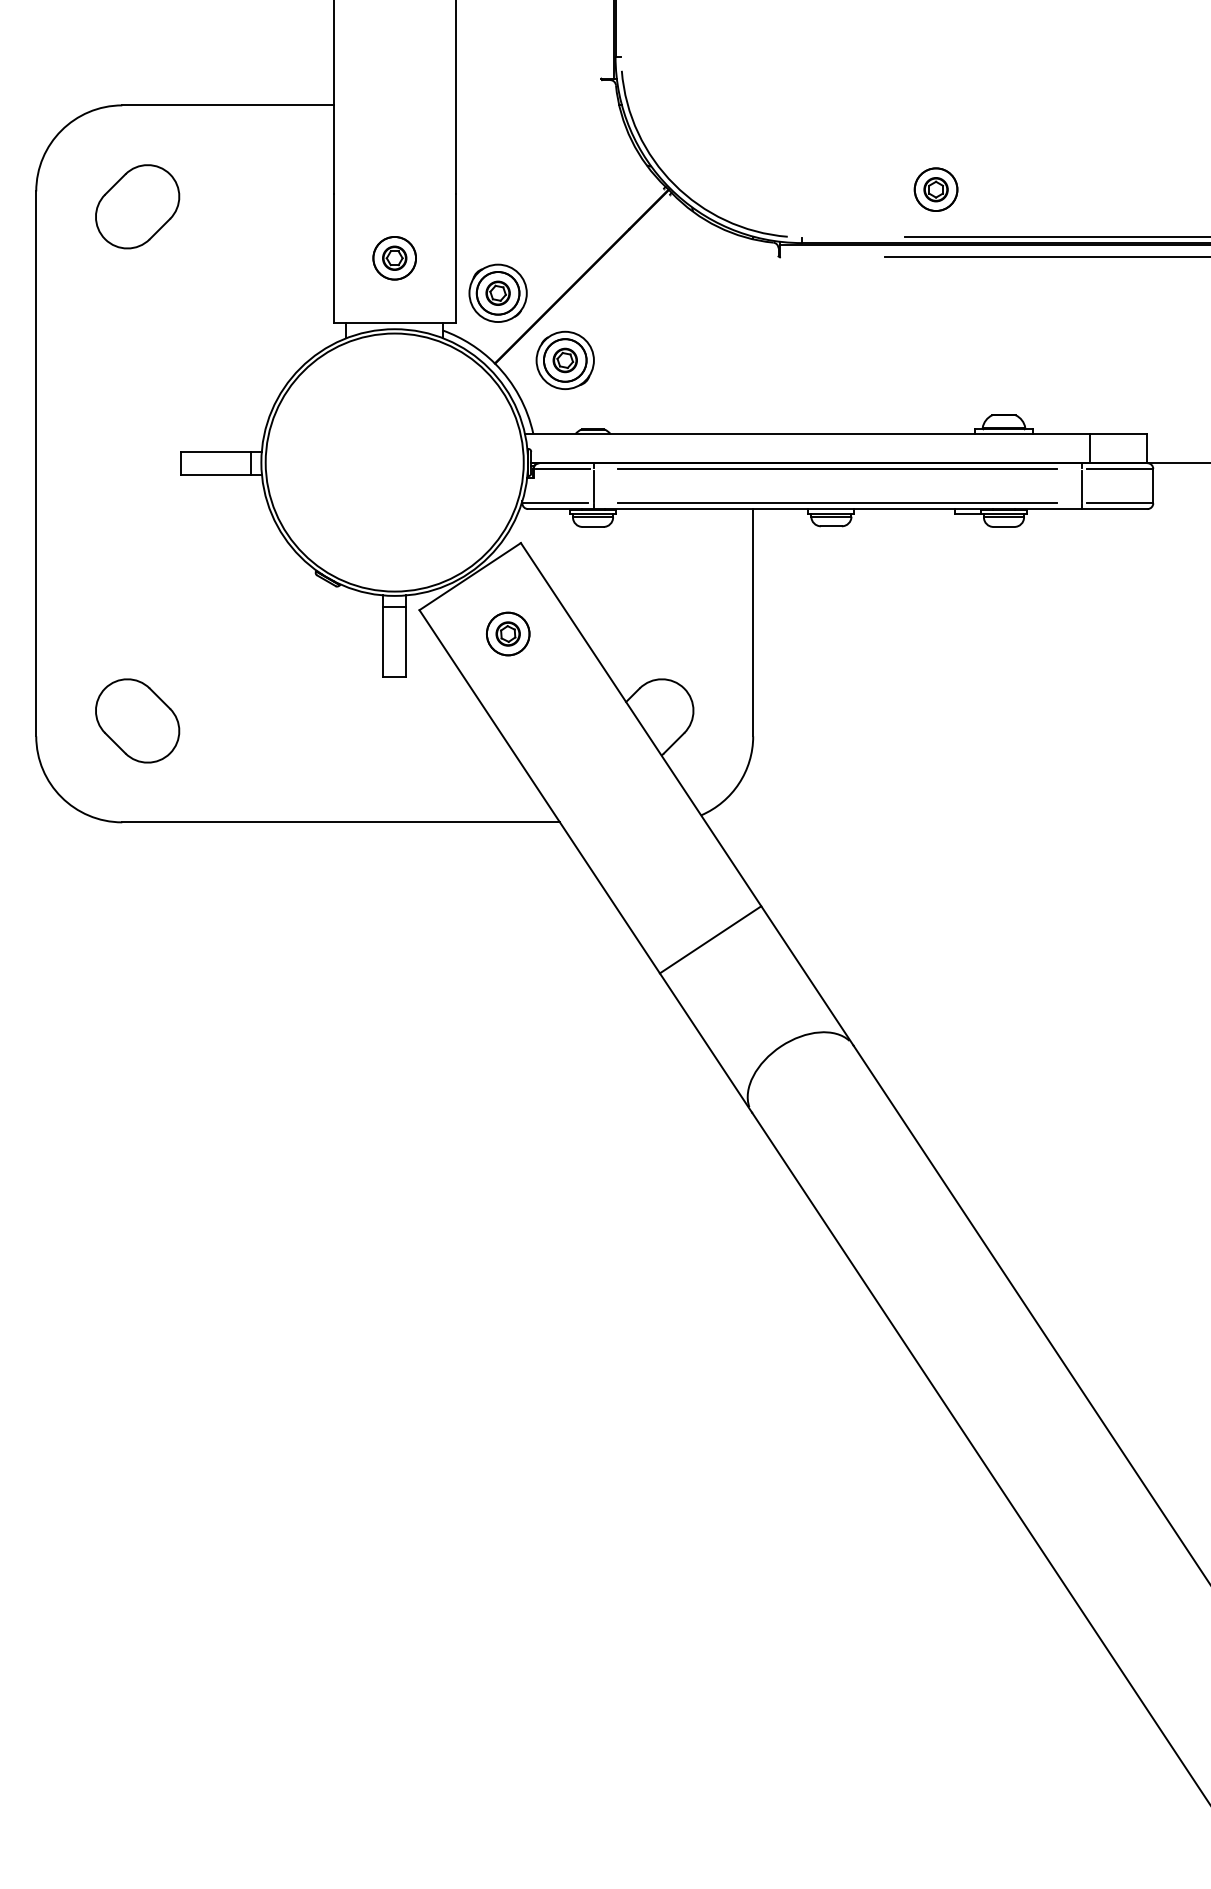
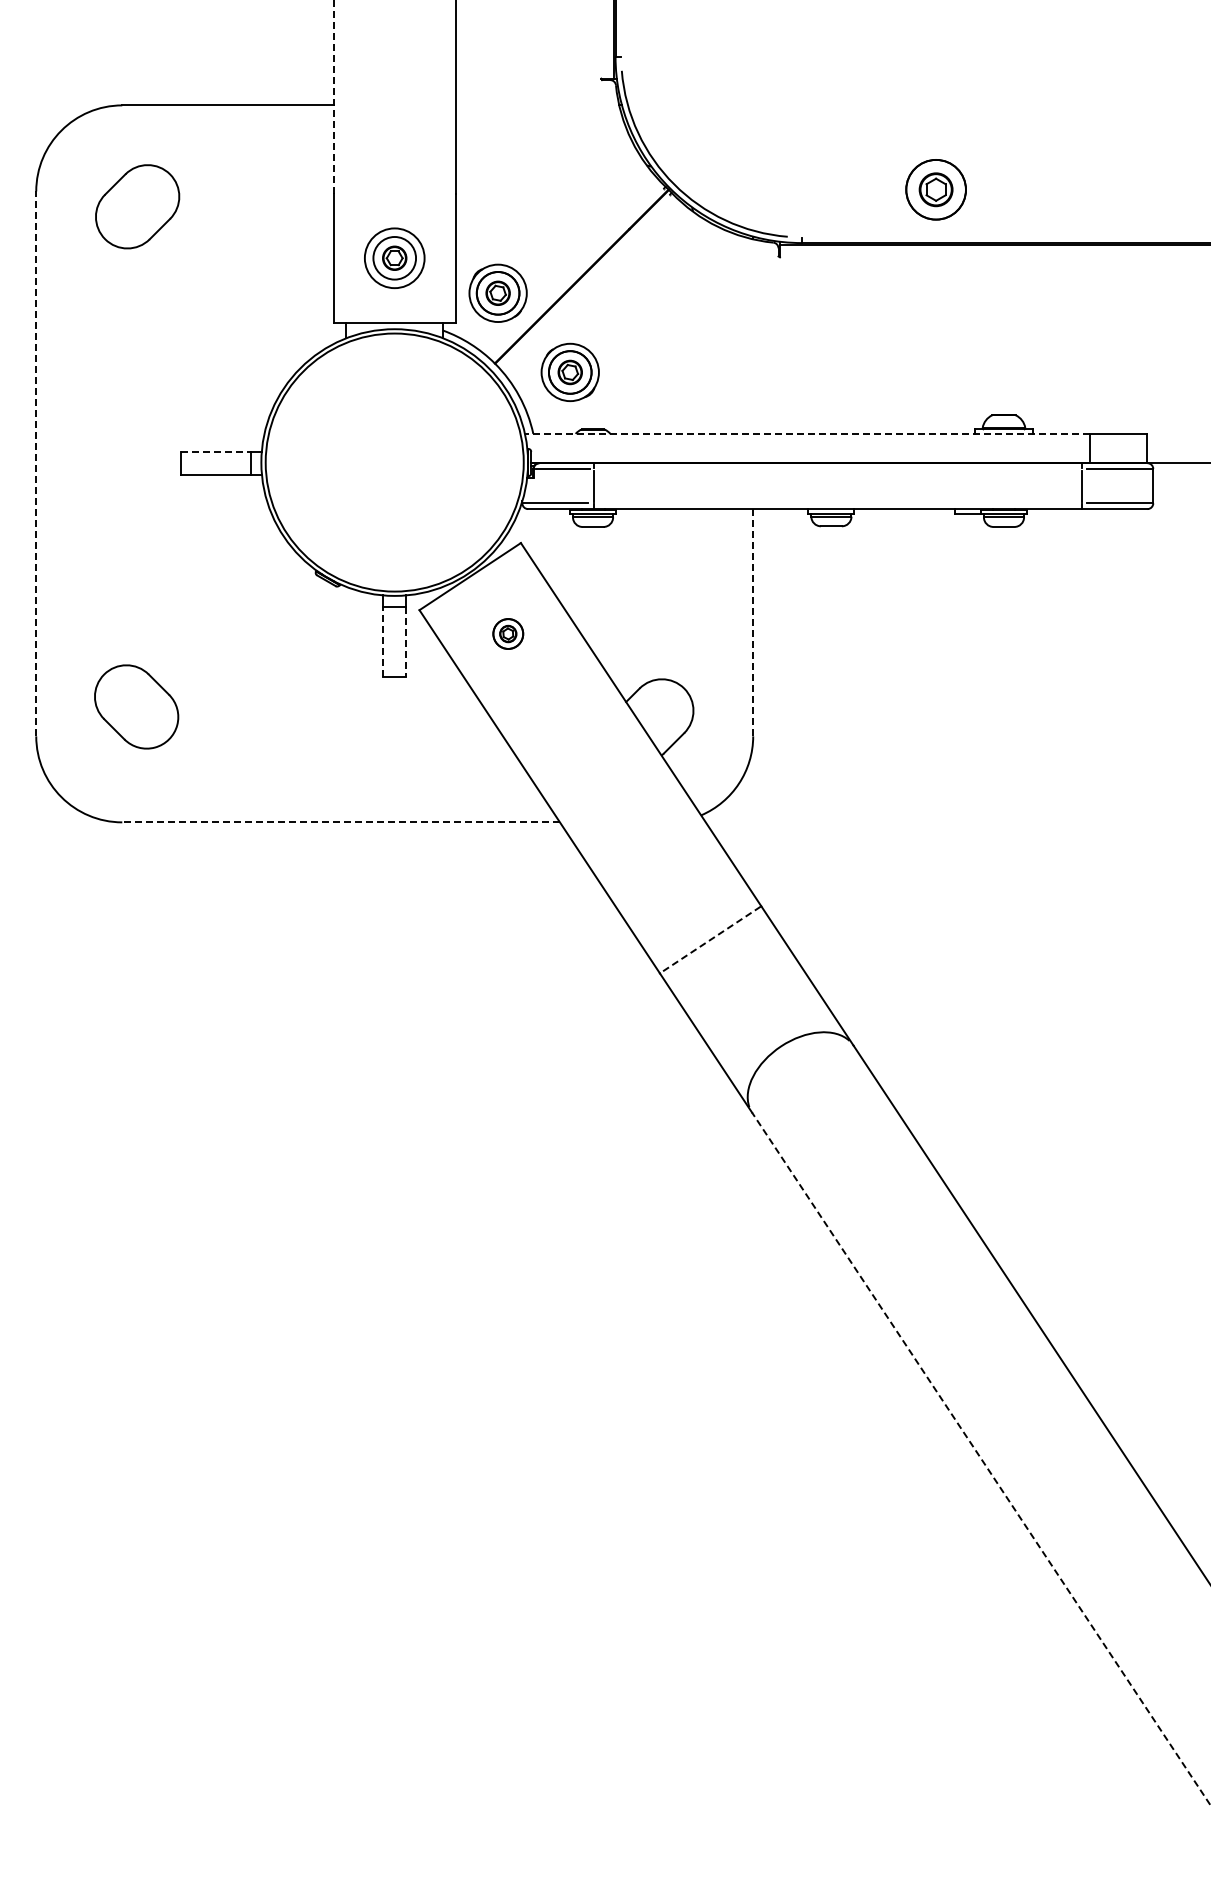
line at (333, 97): solid -> dashed
part at (935, 189) size: 46x45 px -> 62x62 px
line at (1055, 237): present -> none
line at (1045, 256): present -> none
circle at (394, 257) diameter: 43 px -> 60 px
part at (564, 359) position: (564, 359) -> (569, 371)
line at (807, 433): solid -> dashed
line at (216, 452): solid -> dashed
line at (36, 463): solid -> dashed
line at (837, 468): present -> none
line at (837, 503): present -> none
line at (753, 622): solid -> dashed
part at (508, 633) size: 45x46 px -> 33x32 px
line at (383, 641): solid -> dashed
line at (406, 642): solid -> dashed
part at (137, 720) position: (137, 720) -> (136, 706)
line at (341, 822): solid -> dashed
line at (710, 940): solid -> dashed
line at (981, 1458): solid -> dashed
